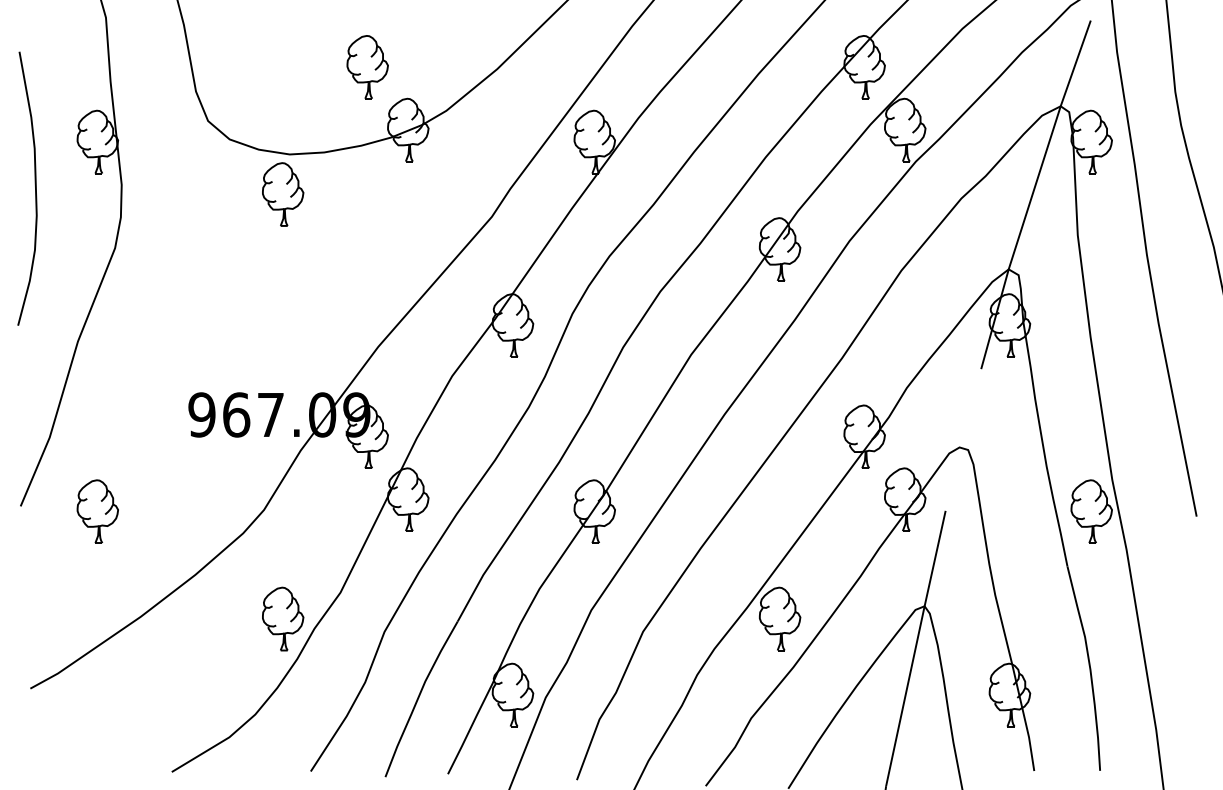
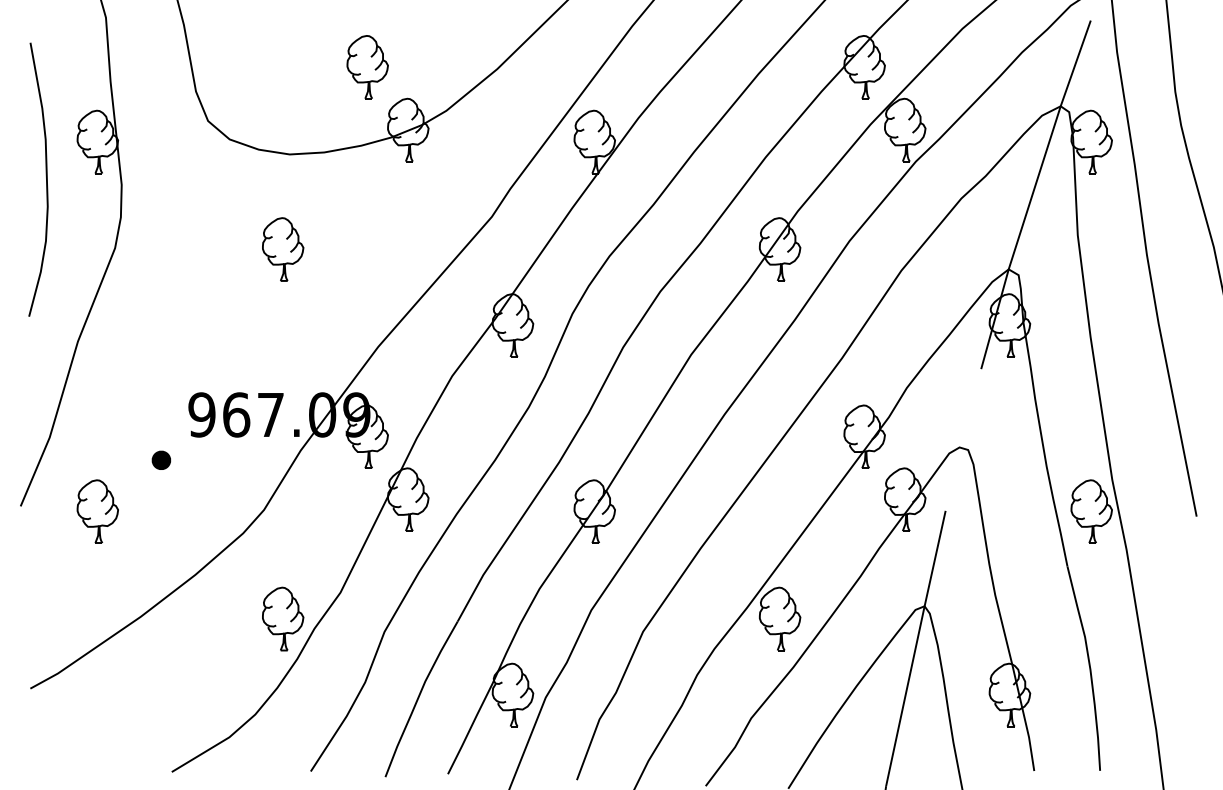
curve at (35, 188) position: (35, 188) -> (46, 179)
part at (283, 194) position: (283, 194) -> (283, 249)
part at (161, 459): none -> present
